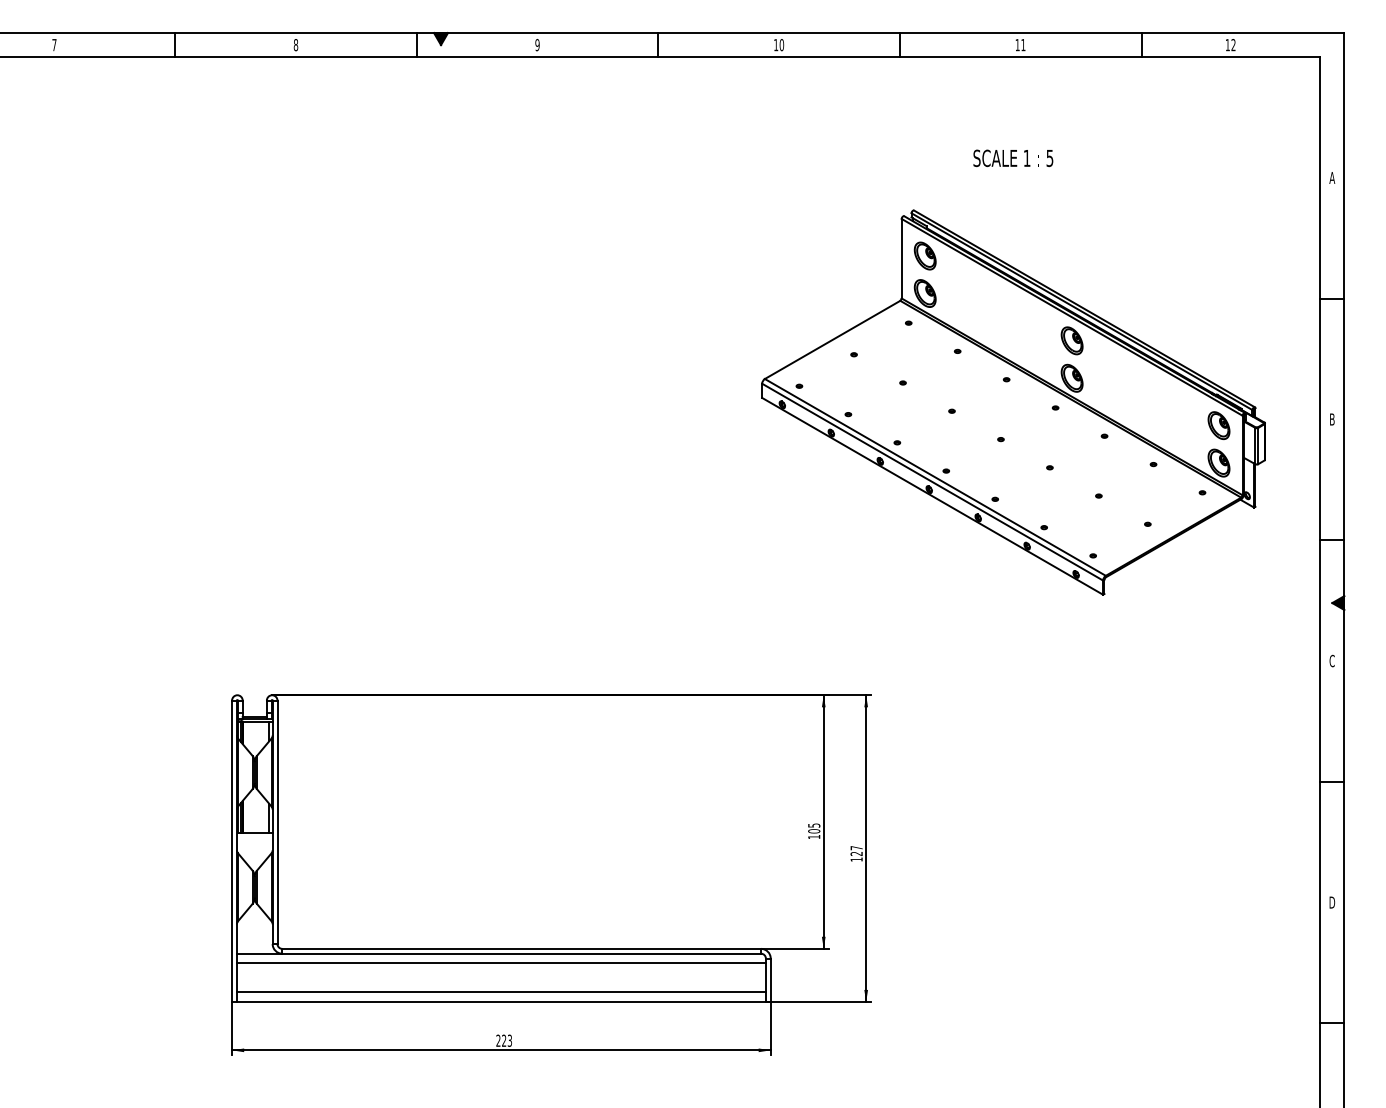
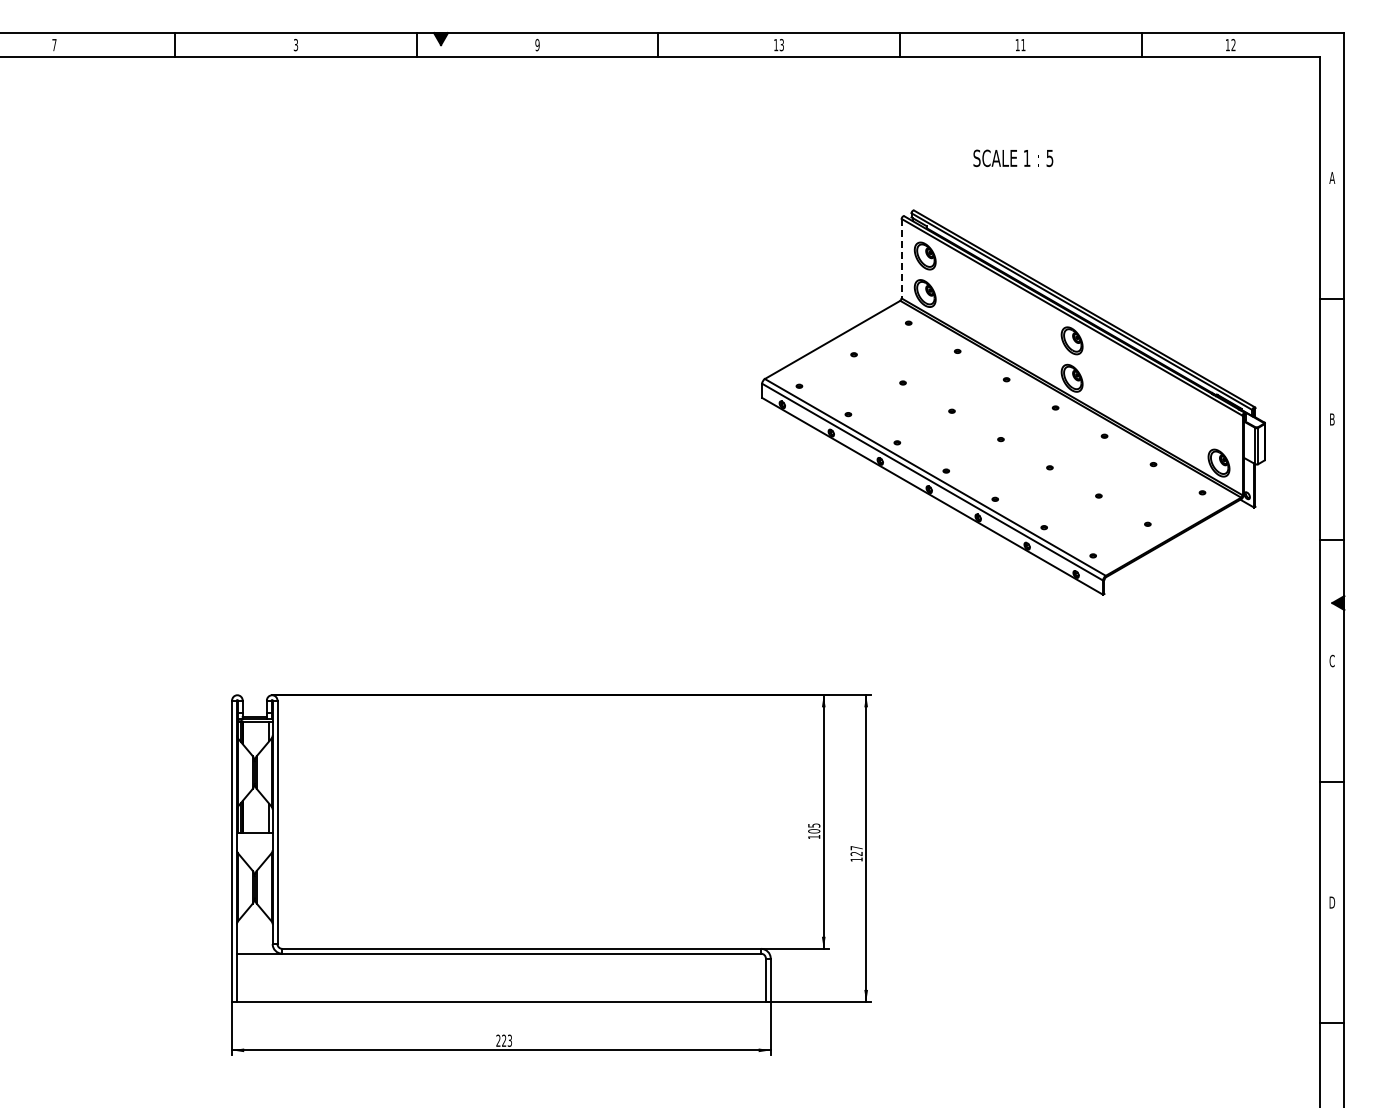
text at (295, 45): 8 -> 3
text at (781, 45): 10 -> 13
line at (901, 258): solid -> dashed
part at (1218, 425): present -> none
line at (500, 963): present -> none
line at (500, 992): present -> none
